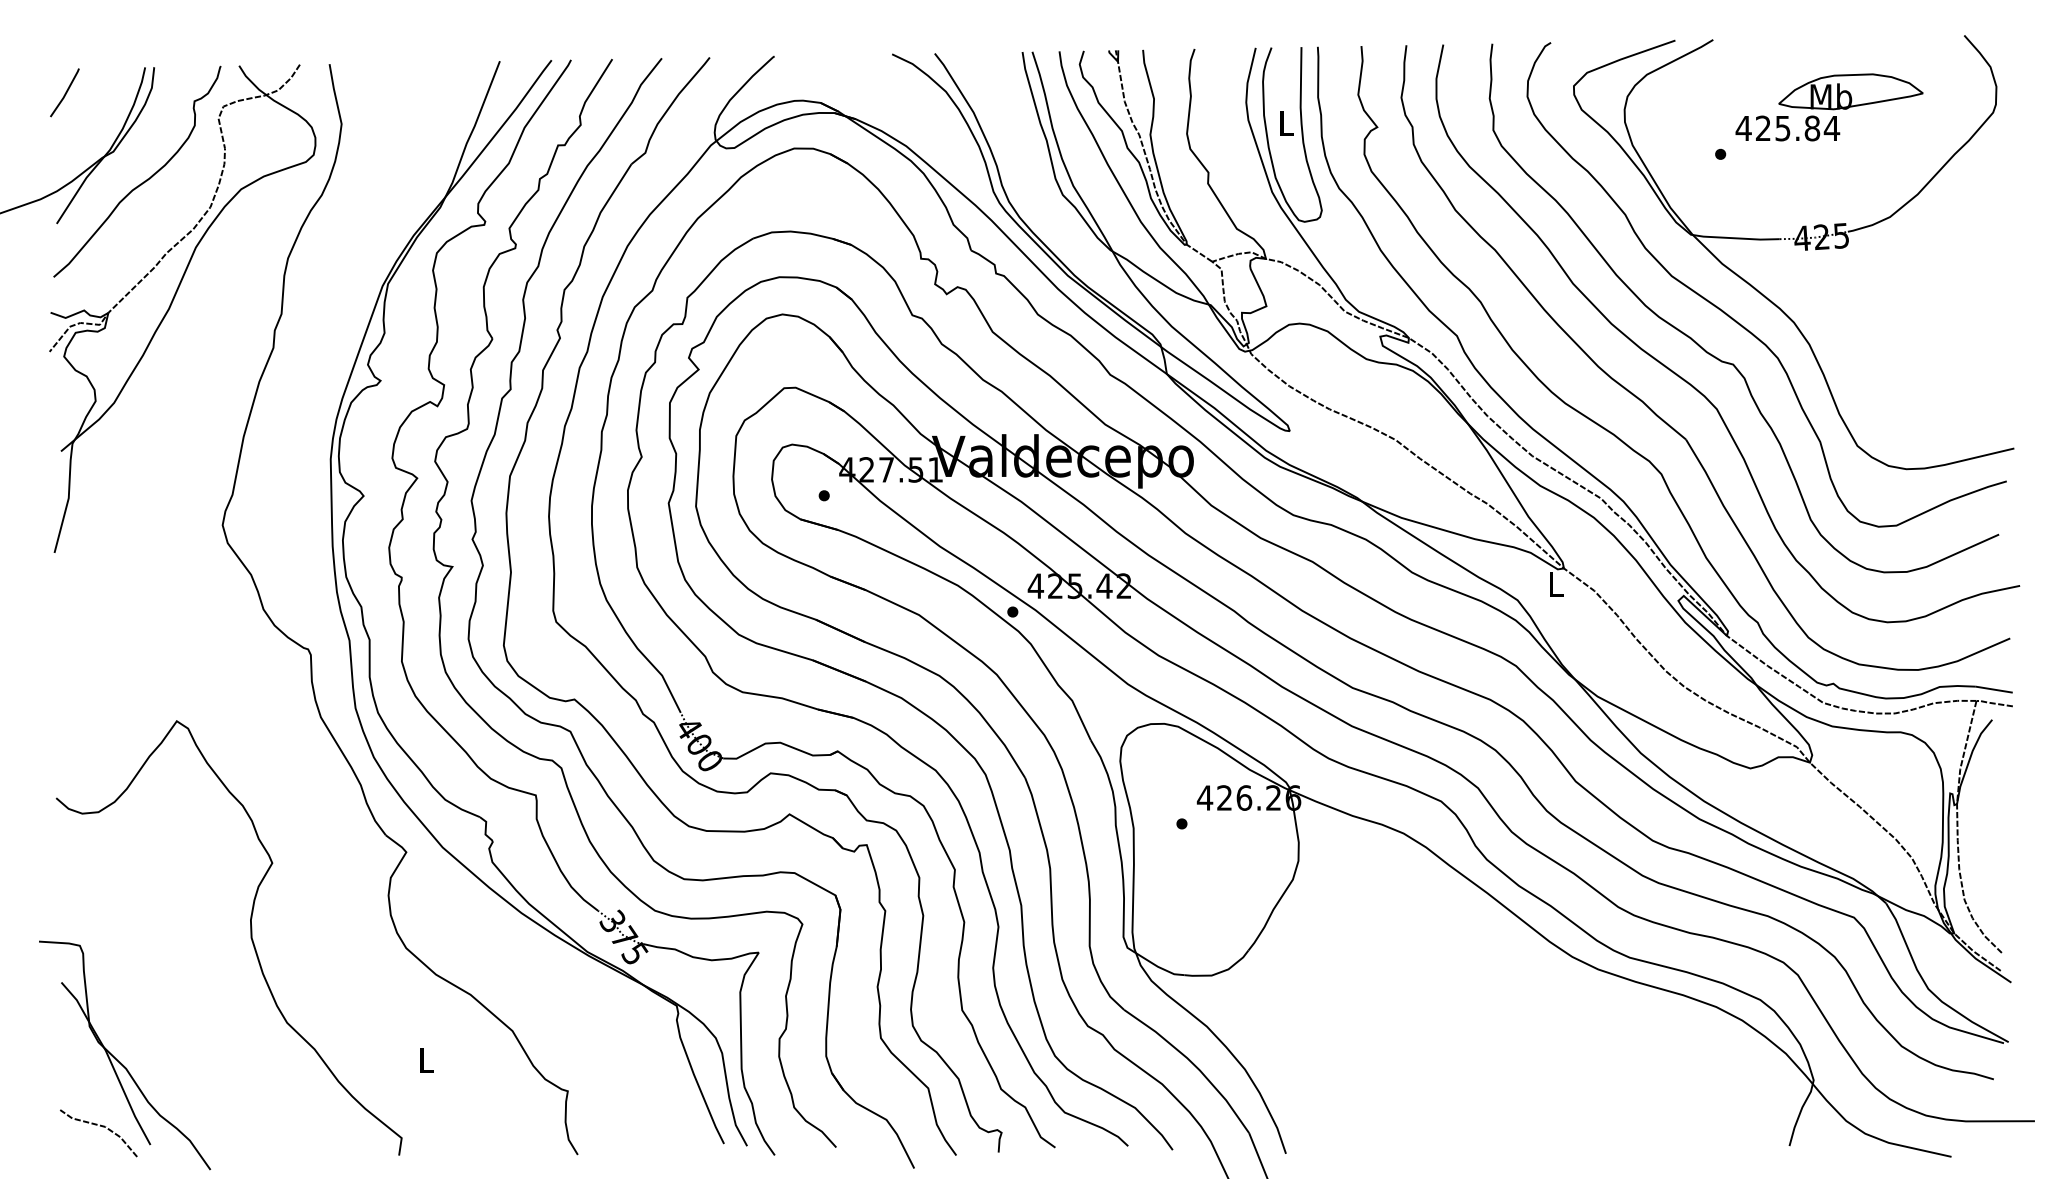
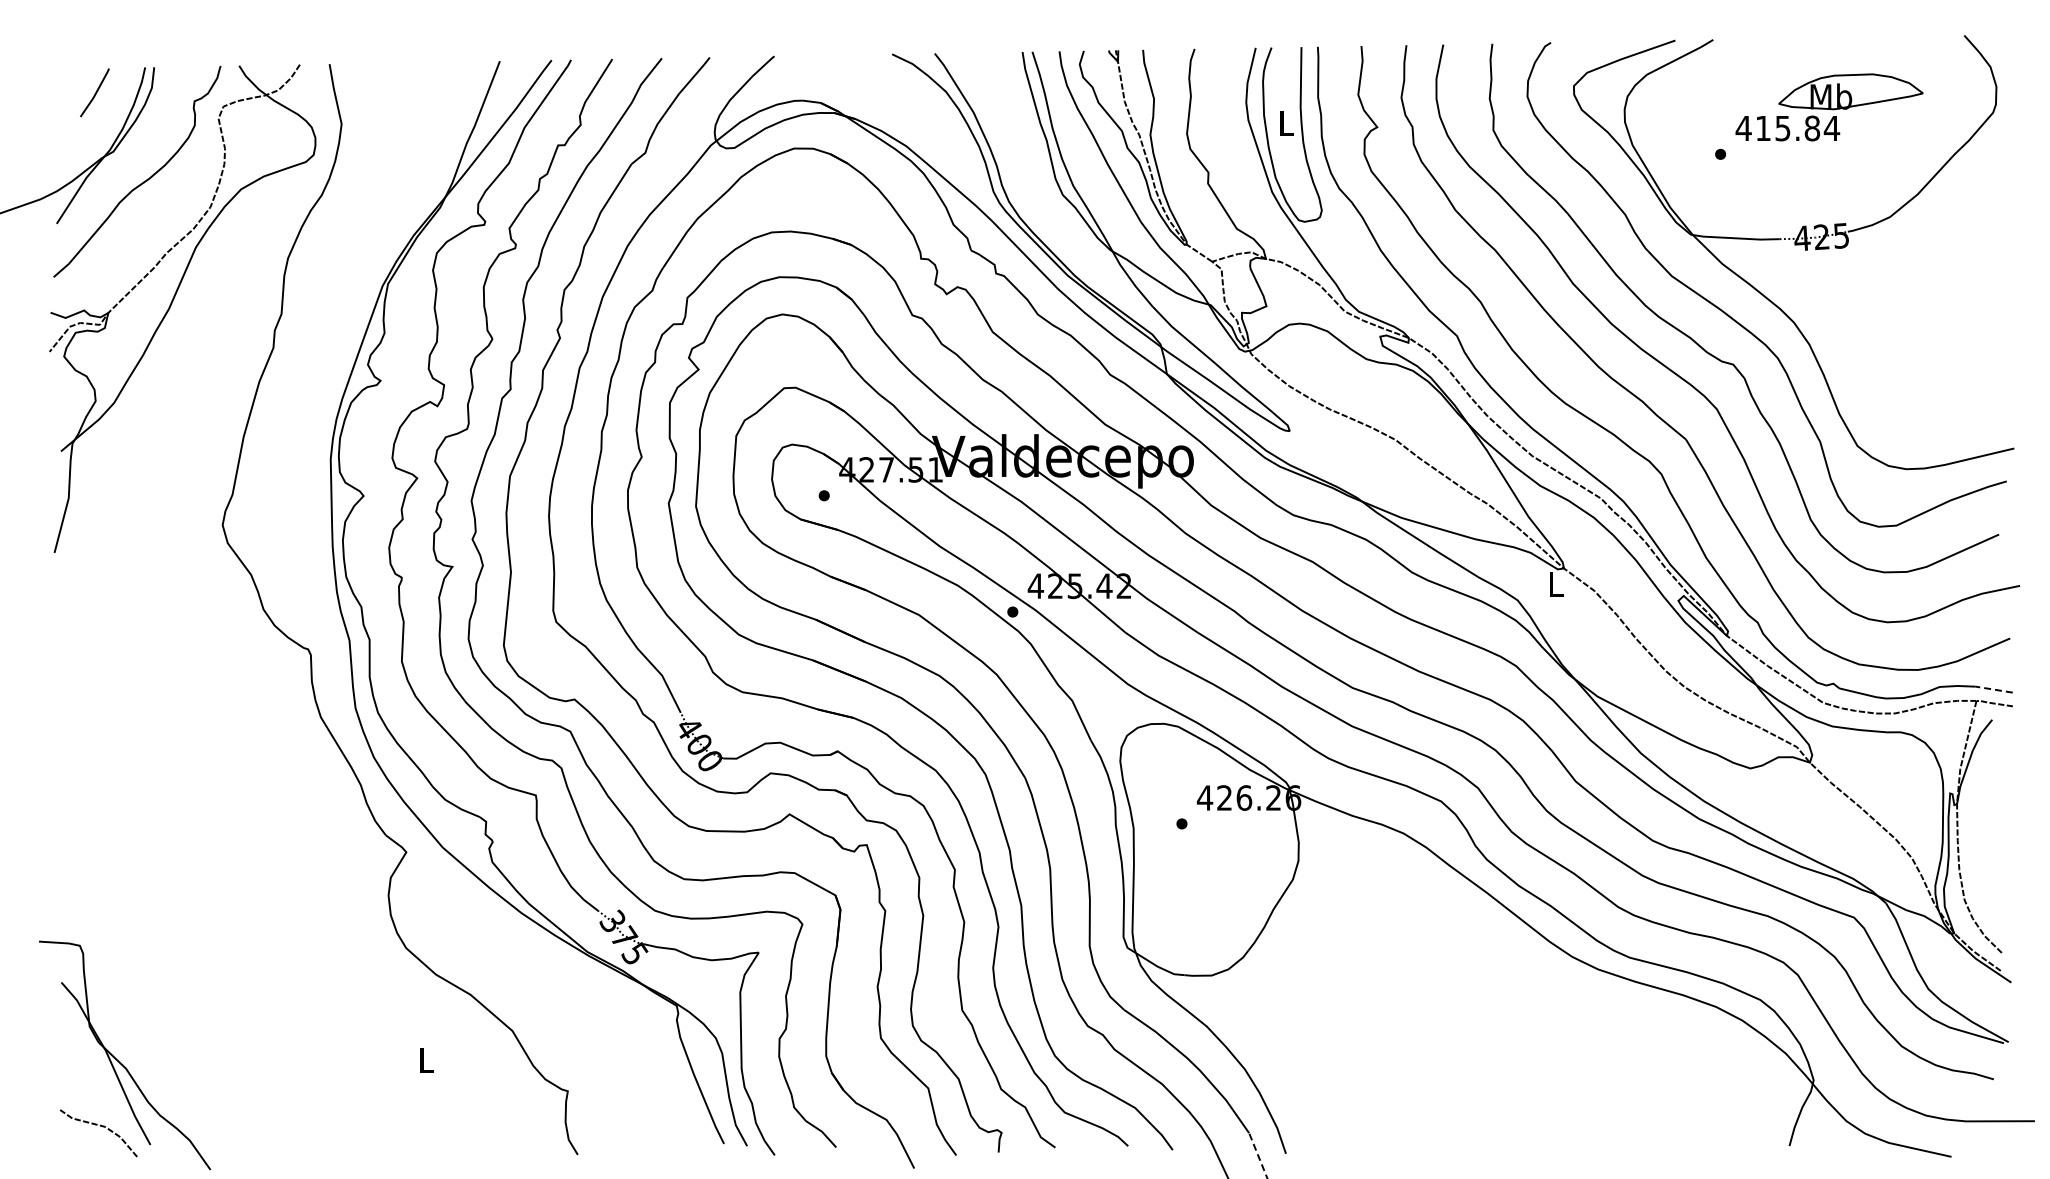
line at (65, 92) position: (65, 92) -> (95, 92)
text at (1763, 127): 425.84 -> 415.84
line at (1994, 689): solid -> dashed
curve at (250, 937): present -> none
line at (1258, 1155): solid -> dashed
